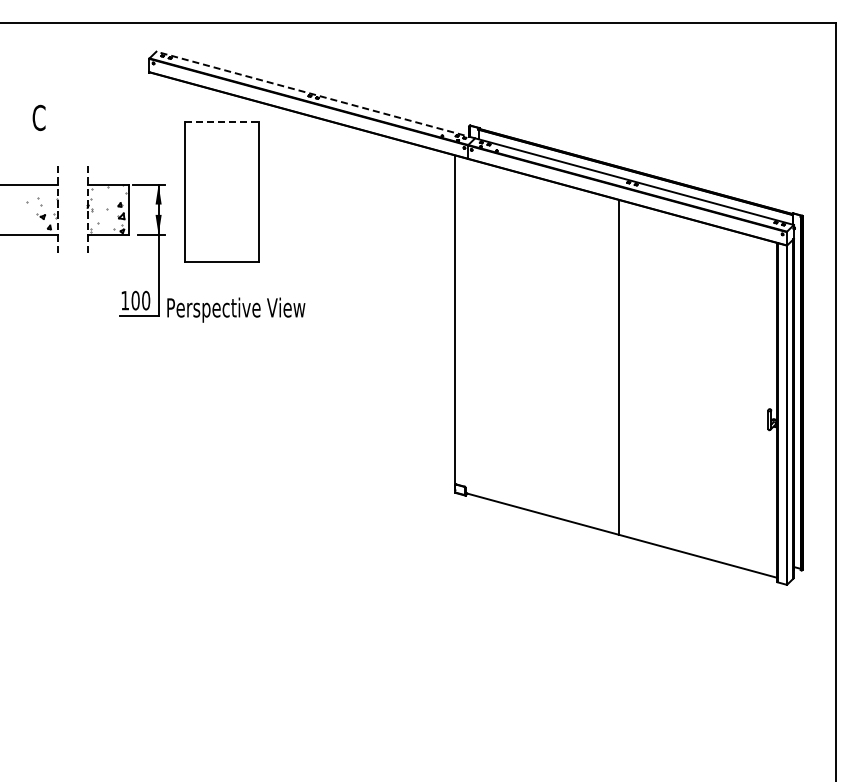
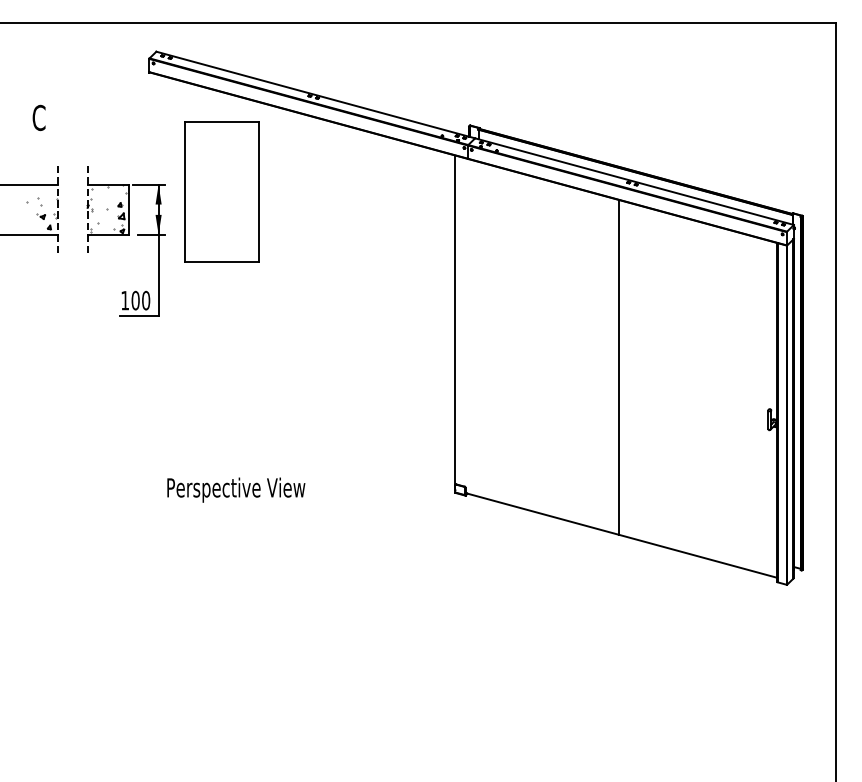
line at (315, 94): dashed -> solid
line at (221, 122): dashed -> solid
text at (236, 309) position: (236, 309) -> (236, 489)
